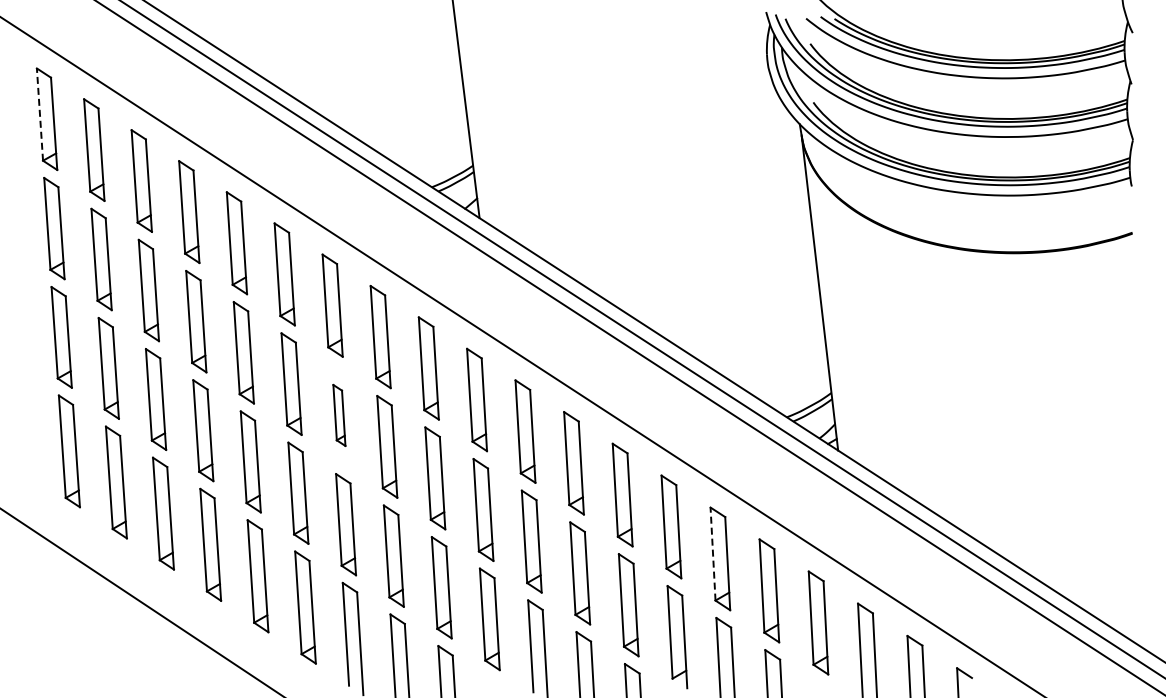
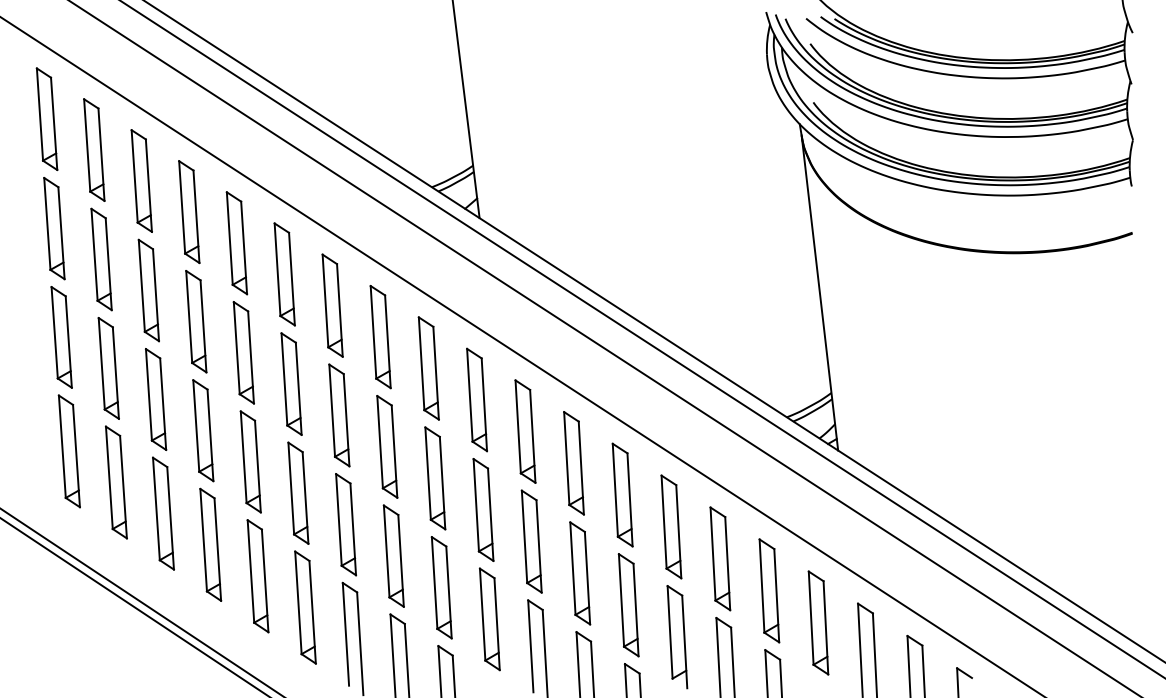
line at (39, 114): dashed -> solid
line at (629, 347) position: (629, 347) -> (604, 348)
part at (339, 414) size: 15x64 px -> 23x105 px
line at (713, 554): dashed -> solid
line at (134, 606): none -> present
